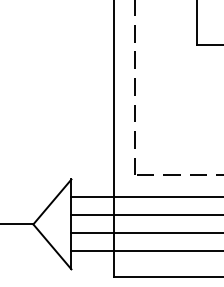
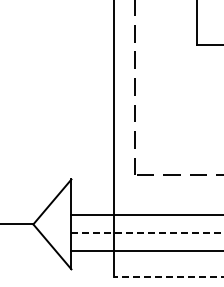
line at (145, 197): present -> none
line at (148, 233): solid -> dashed
line at (168, 276): solid -> dashed
